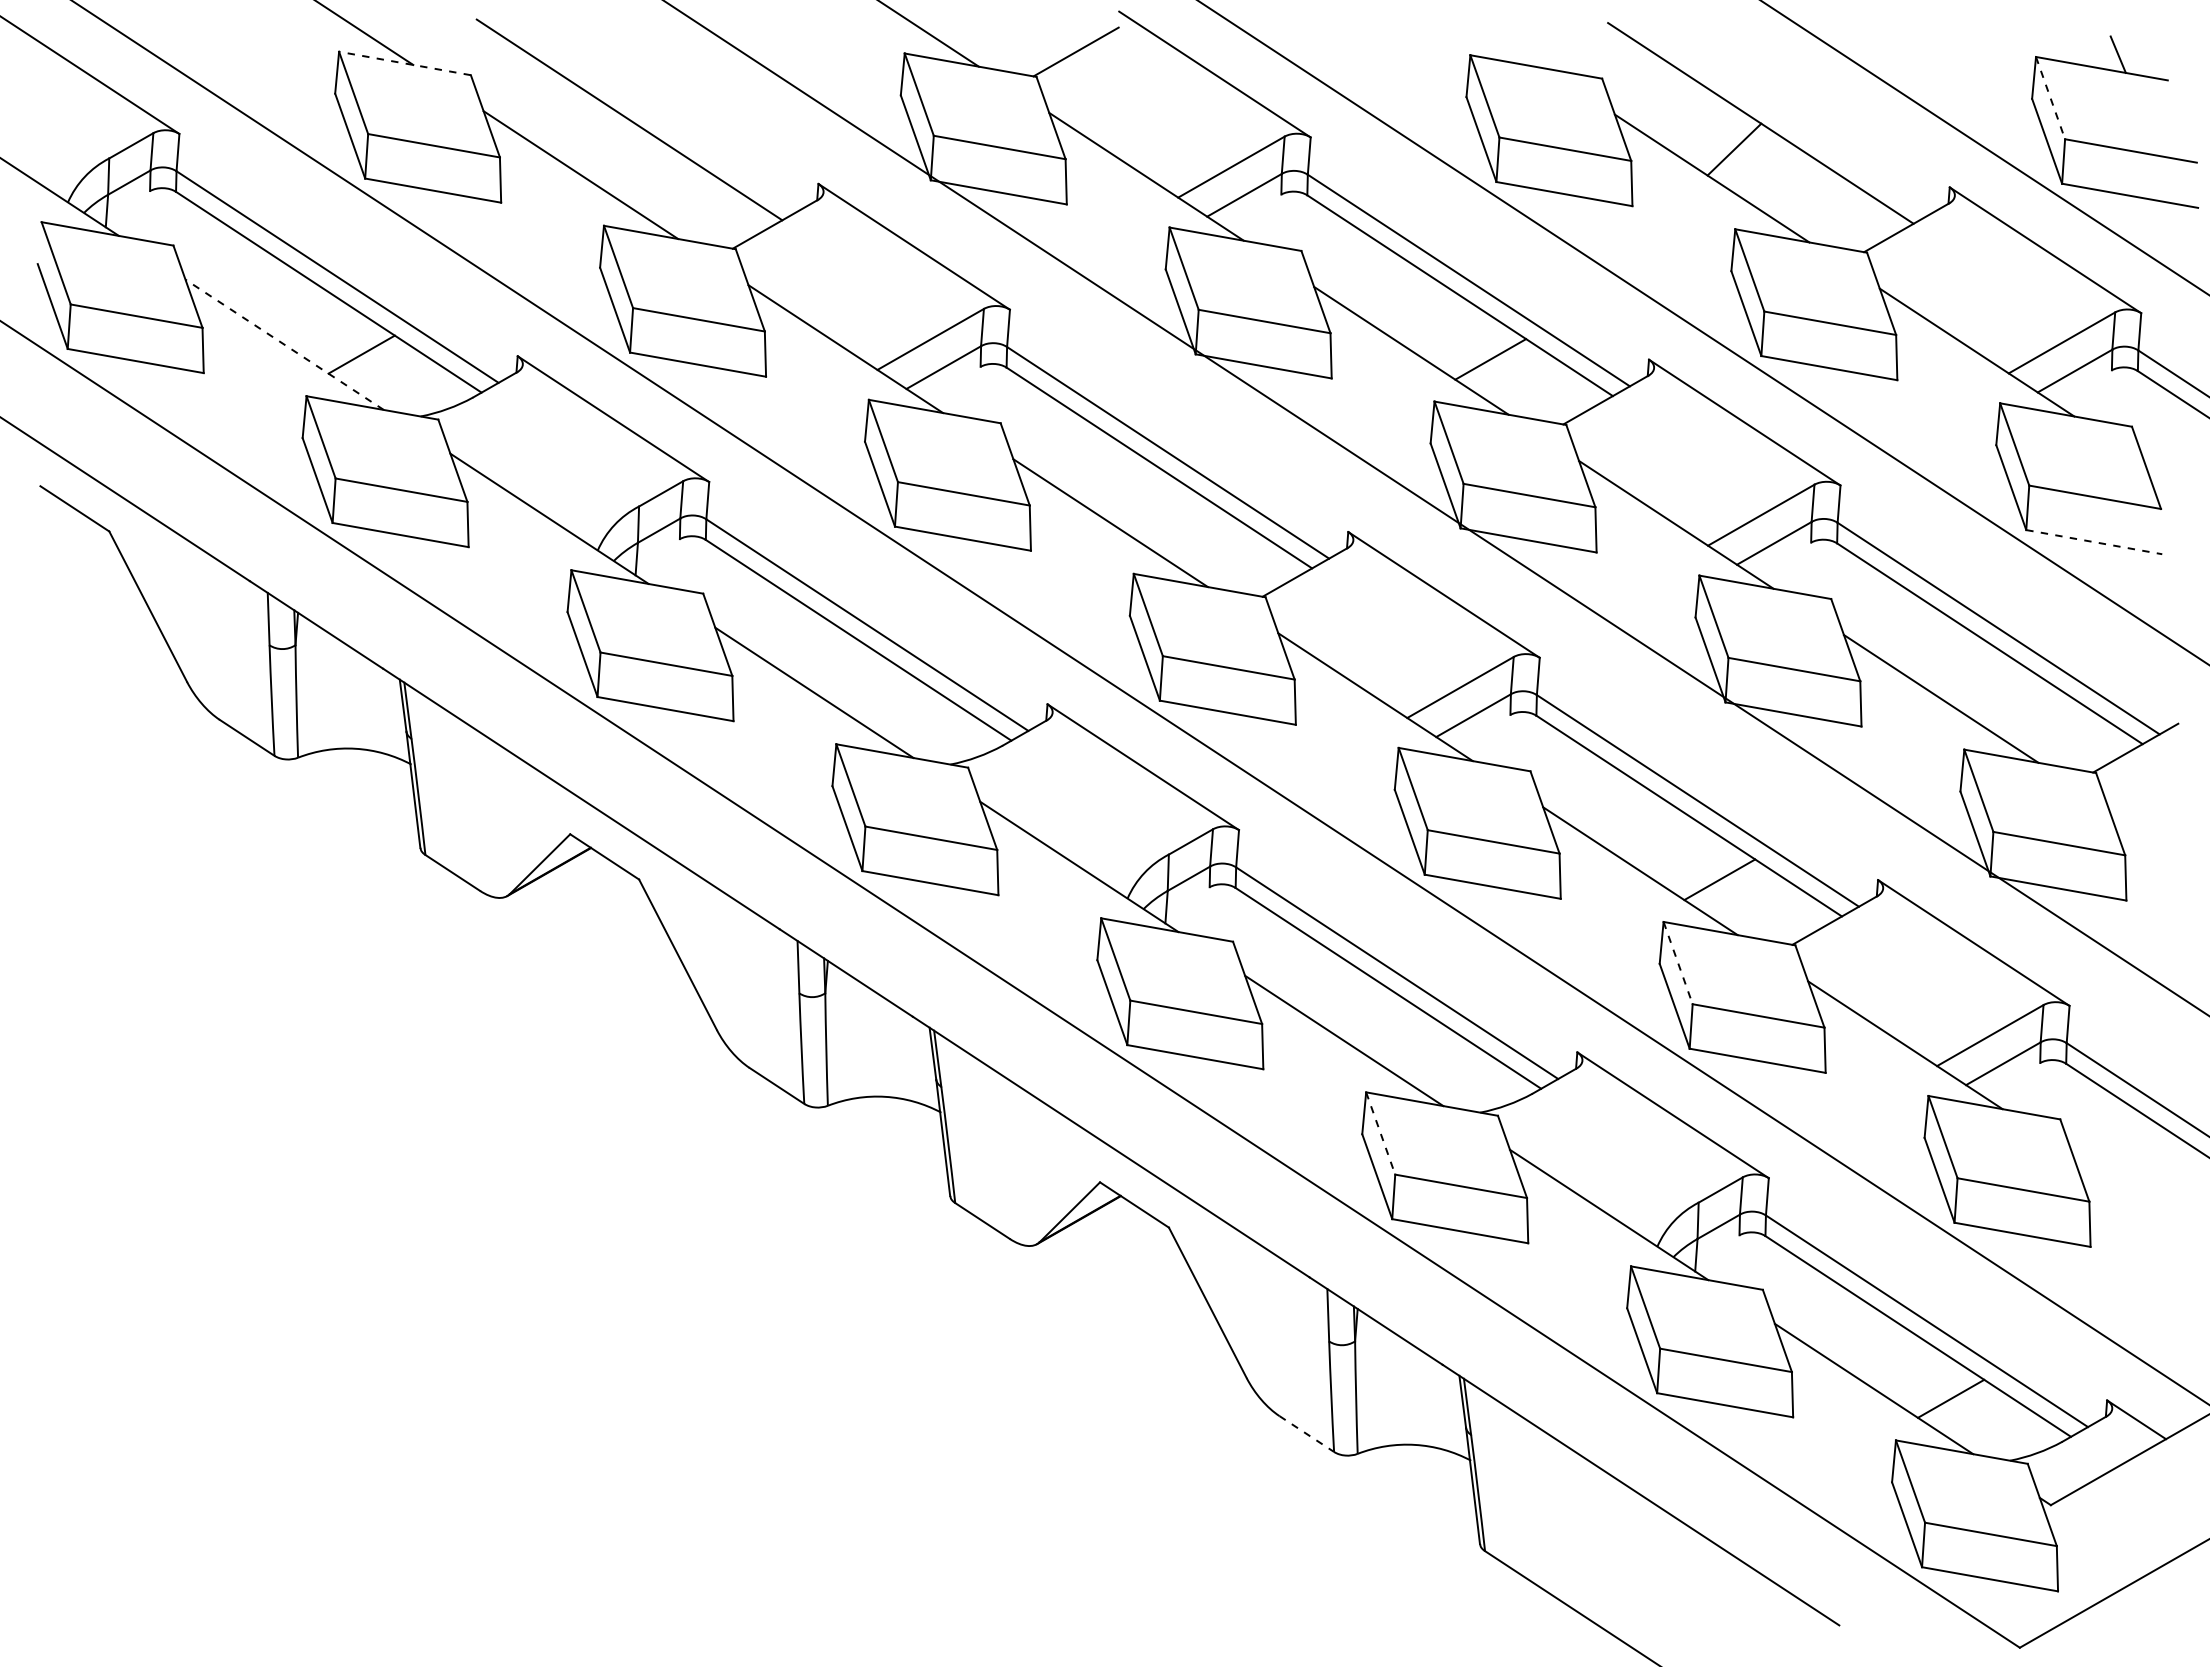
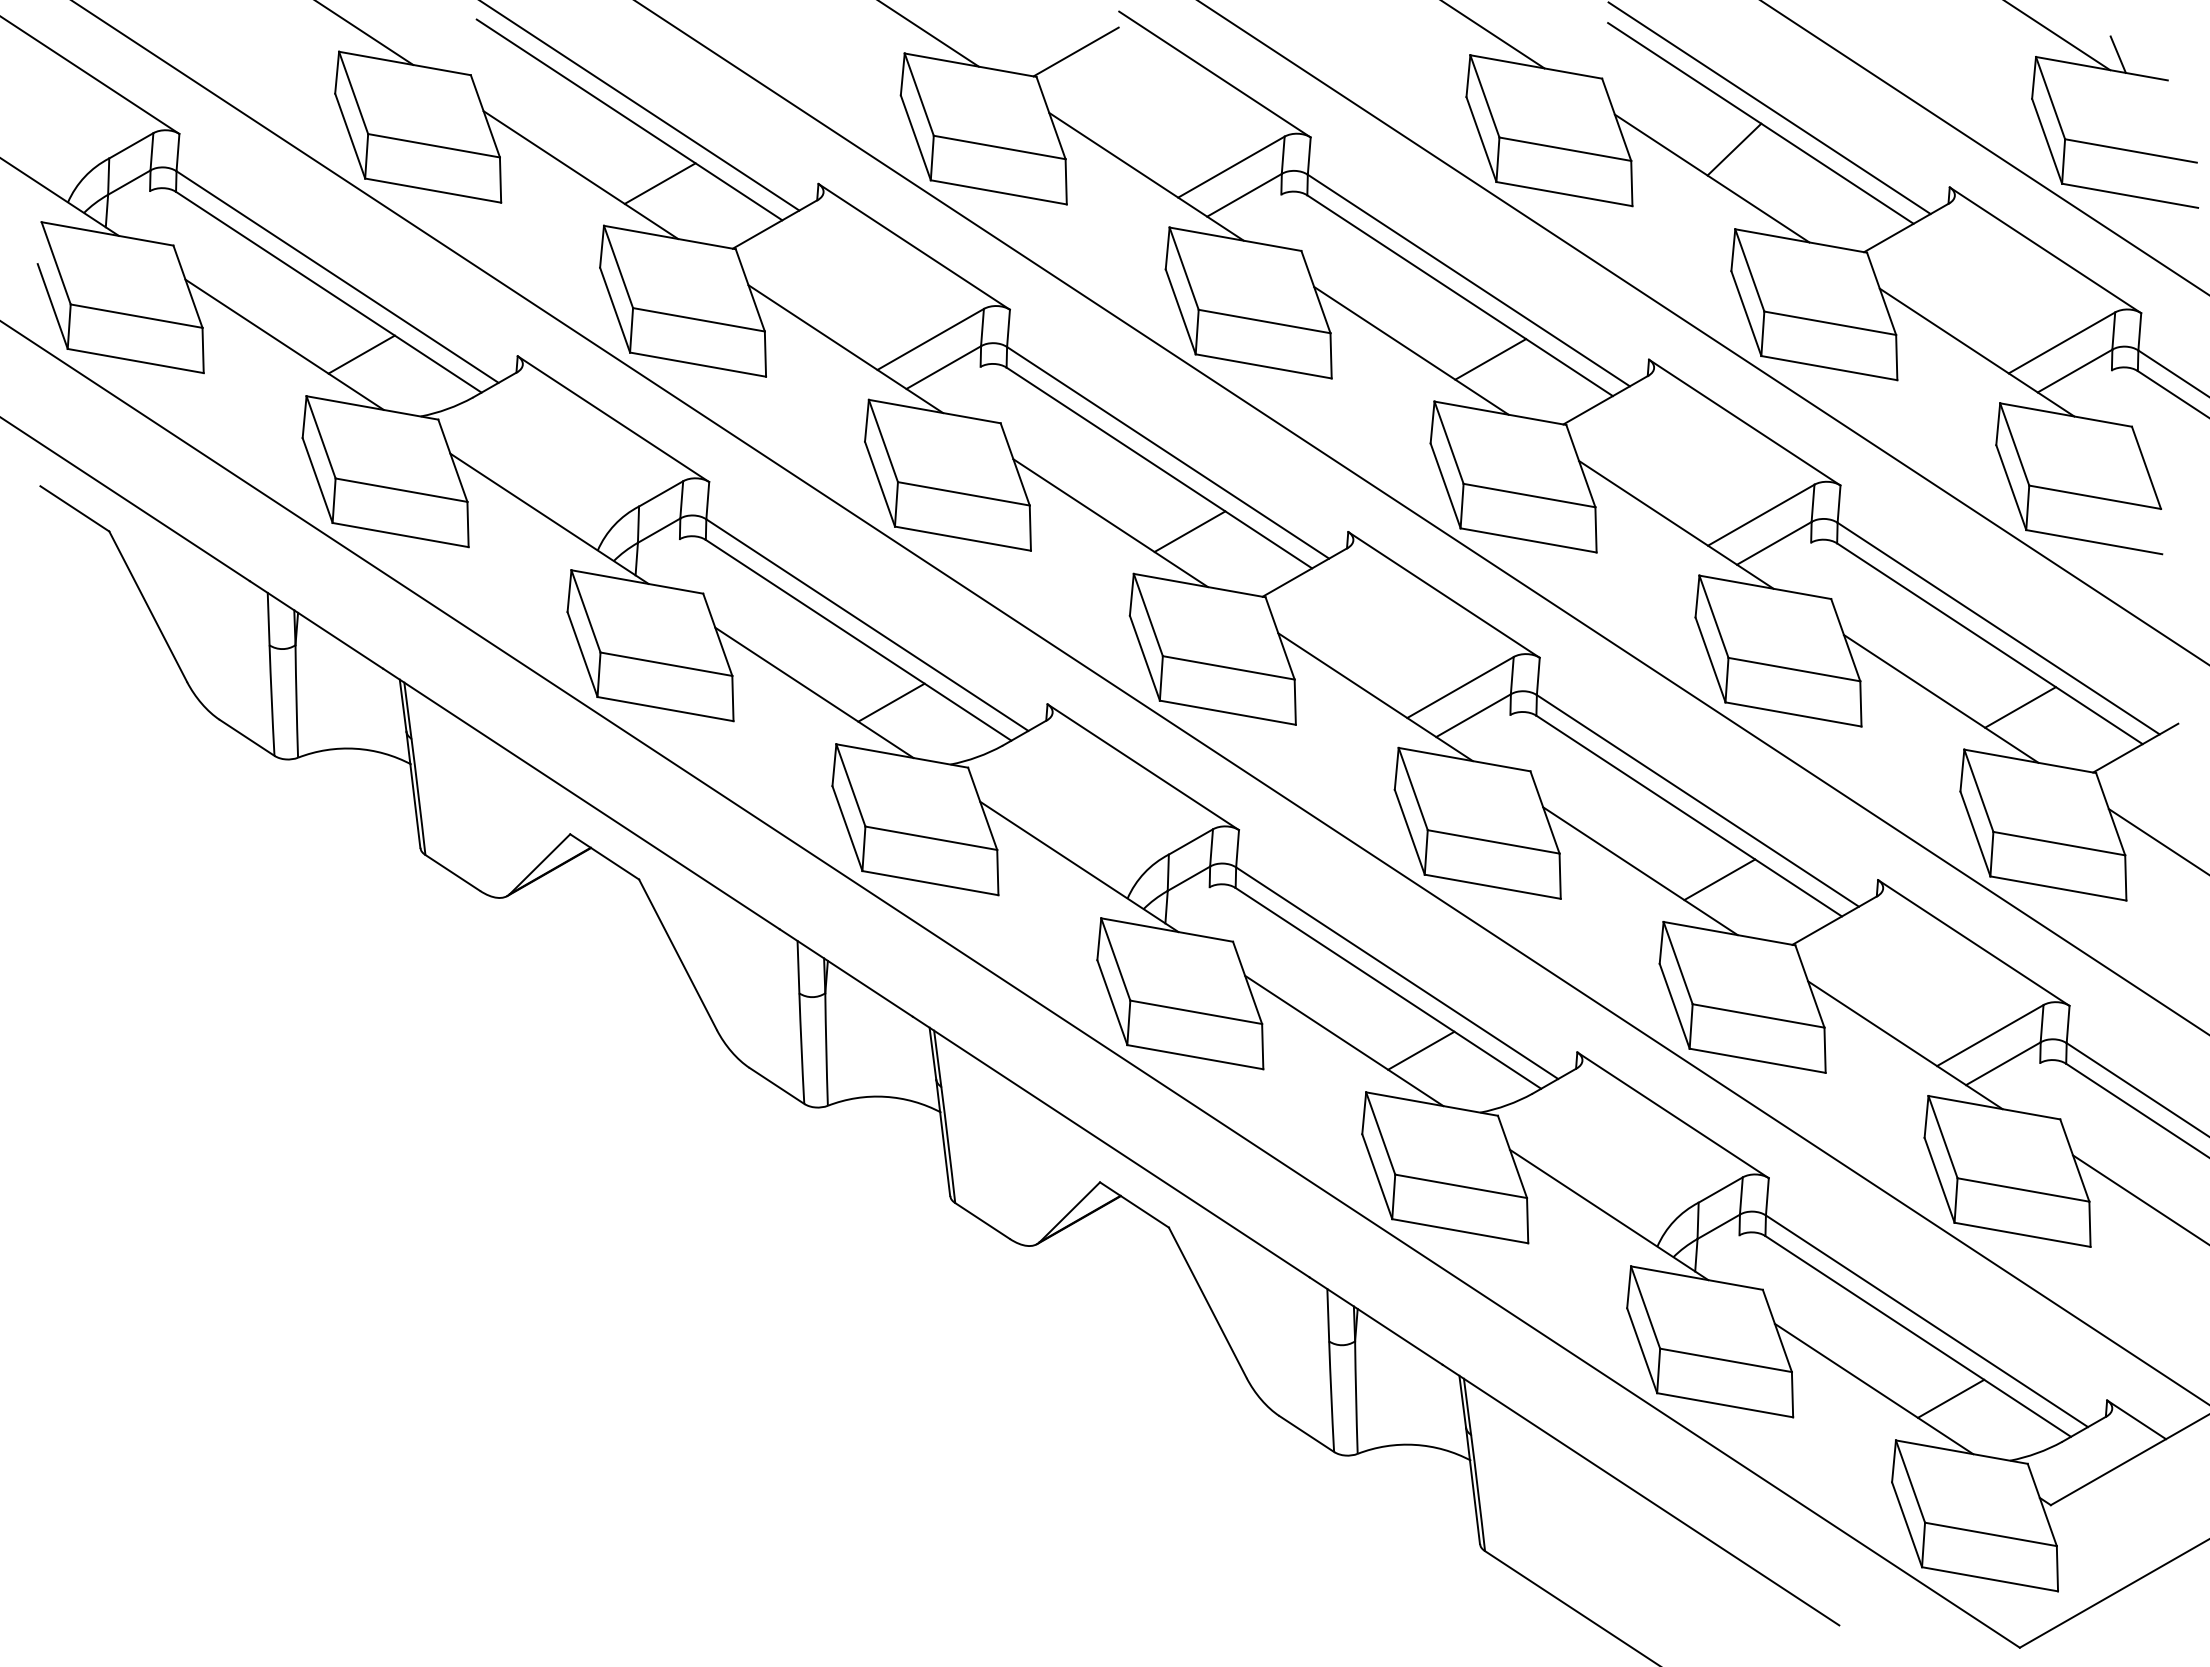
line at (1493, 35): none -> present
line at (2058, 36): none -> present
line at (405, 63): dashed -> solid
line at (2050, 98): dashed -> solid
line at (640, 106): none -> present
line at (1769, 108): none -> present
line at (659, 183): none -> present
line at (284, 344): dashed -> solid
line at (1435, 508) position: (1435, 508) -> (1421, 517)
line at (1189, 531): none -> present
line at (2094, 542): dashed -> solid
line at (891, 702): none -> present
line at (2020, 707): none -> present
line at (2157, 841): none -> present
line at (1678, 963): dashed -> solid
line at (1421, 1050): none -> present
line at (1380, 1133): dashed -> solid
line at (2139, 1198): none -> present
line at (1306, 1434): dashed -> solid
